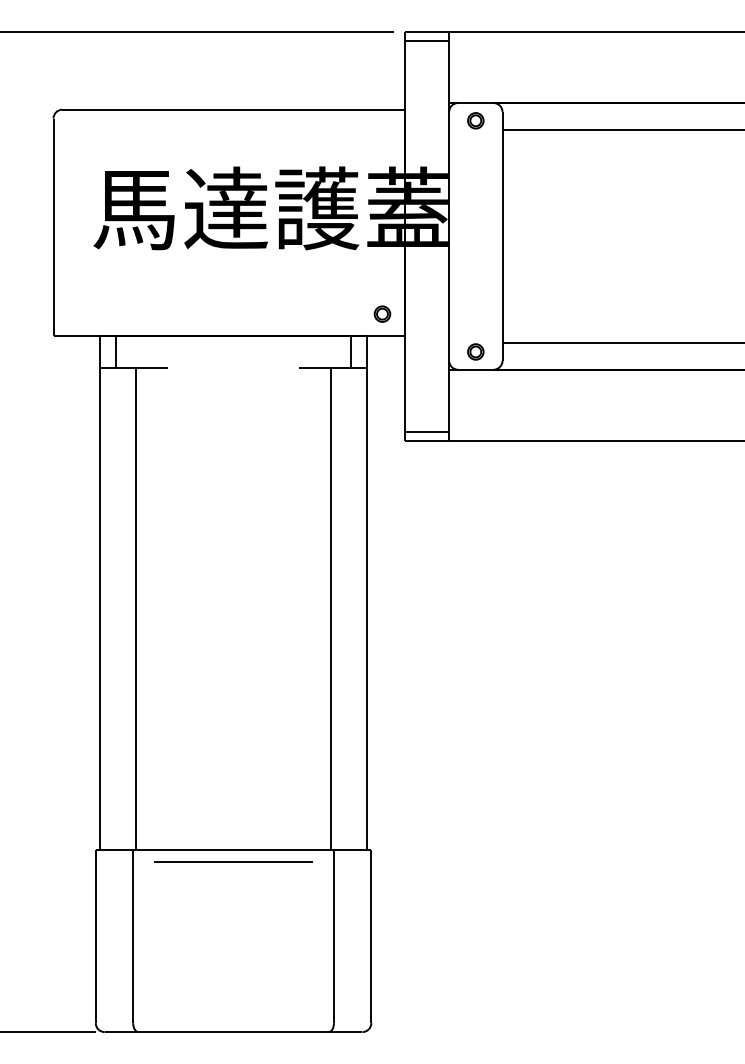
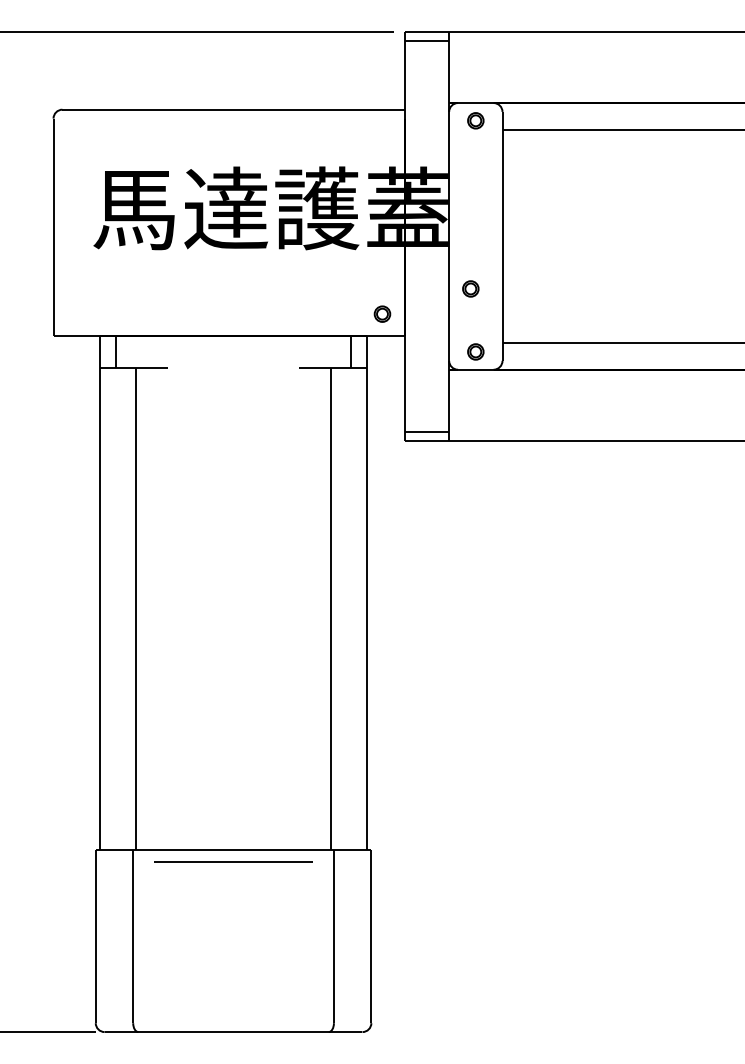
part at (470, 288): none -> present
